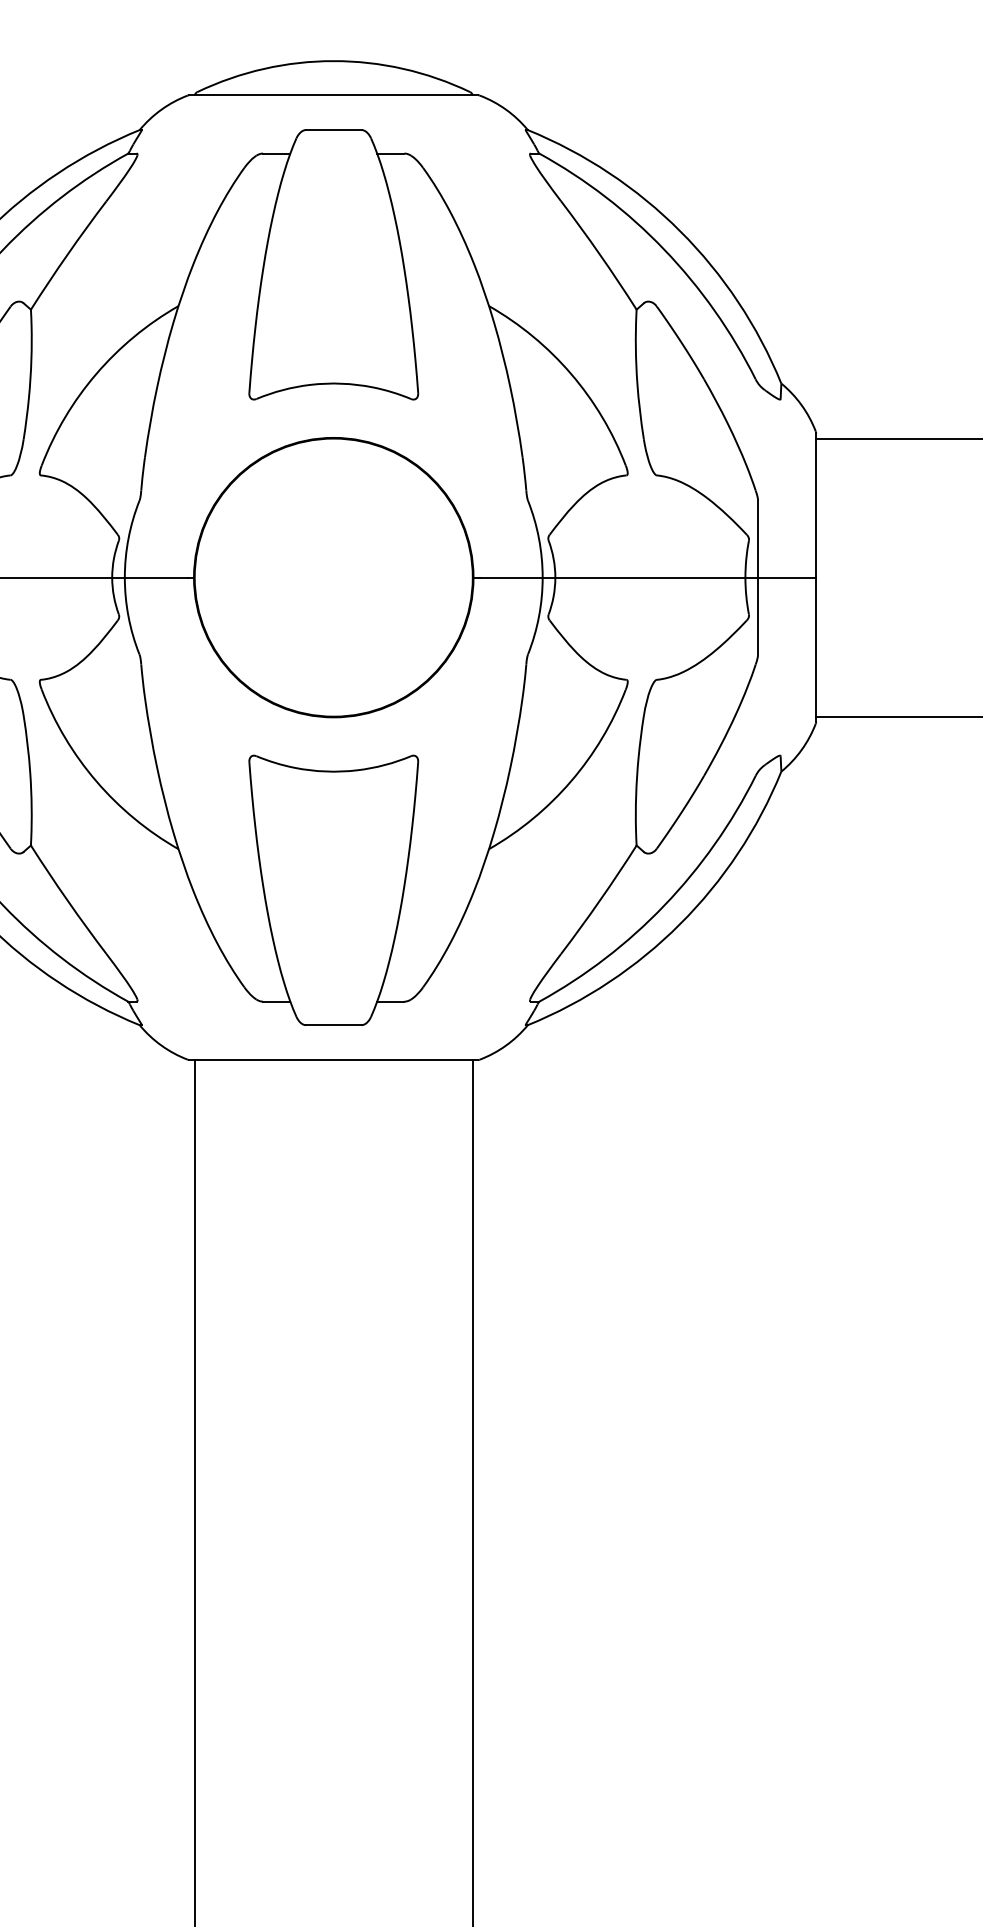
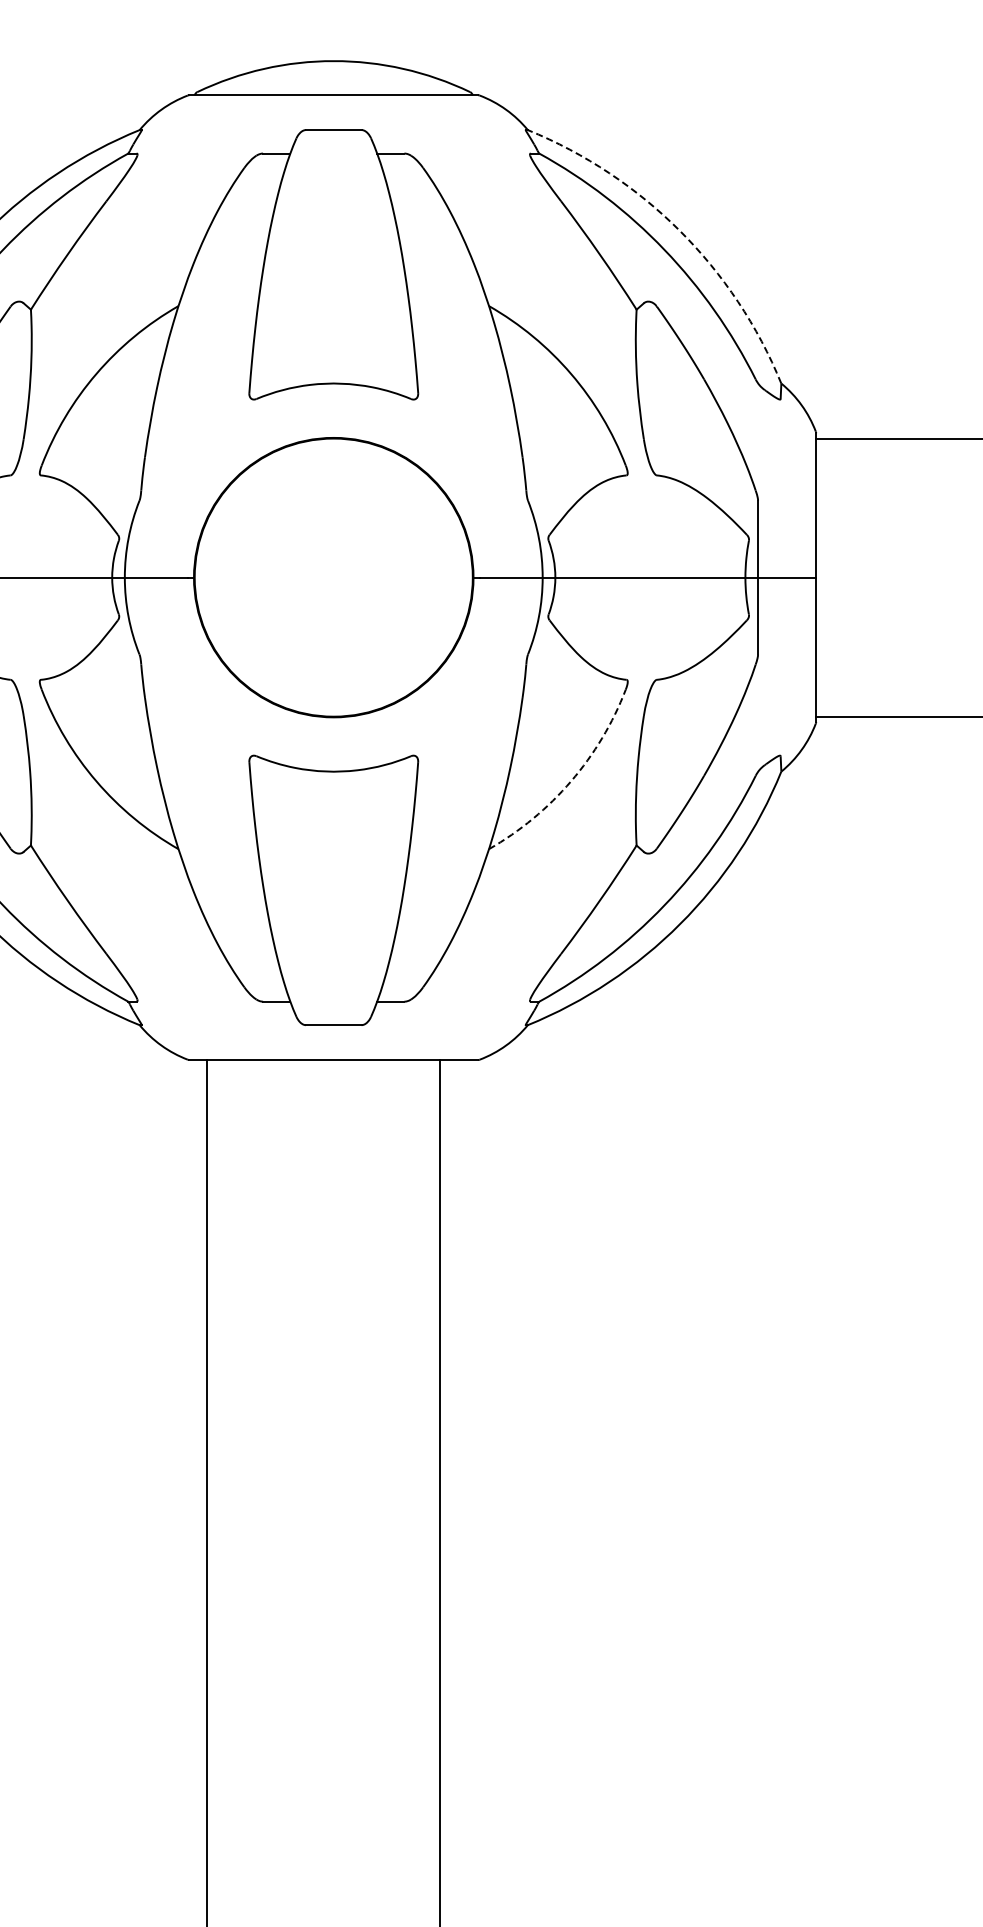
arc at (680, 231): solid -> dashed
arc at (571, 781): solid -> dashed
line at (194, 1491) position: (194, 1491) -> (206, 1491)
line at (472, 1491) position: (472, 1491) -> (439, 1491)
